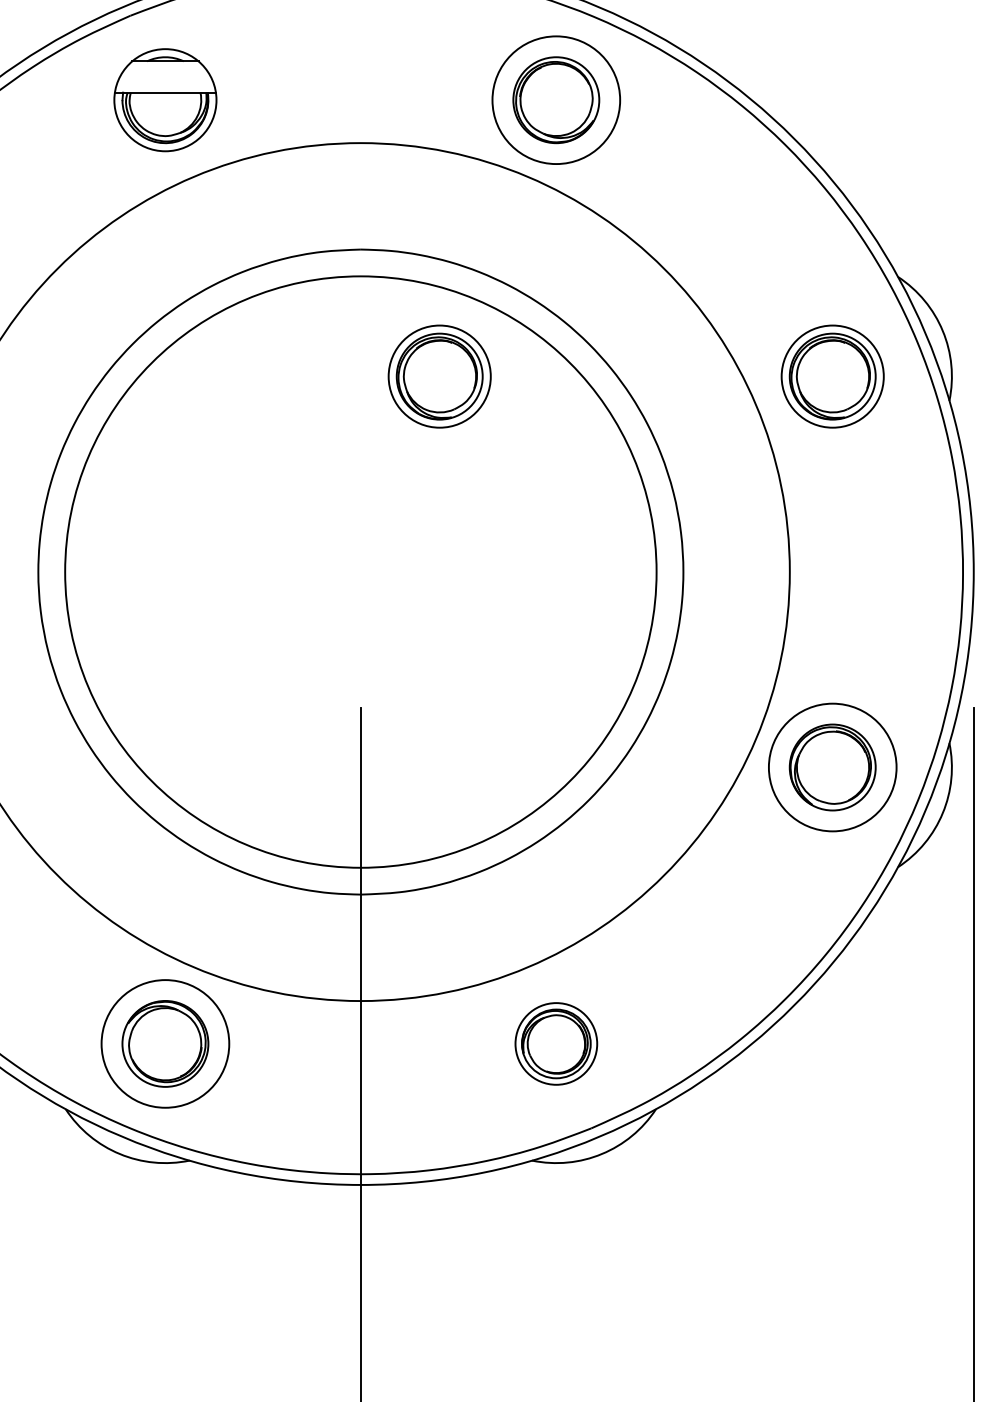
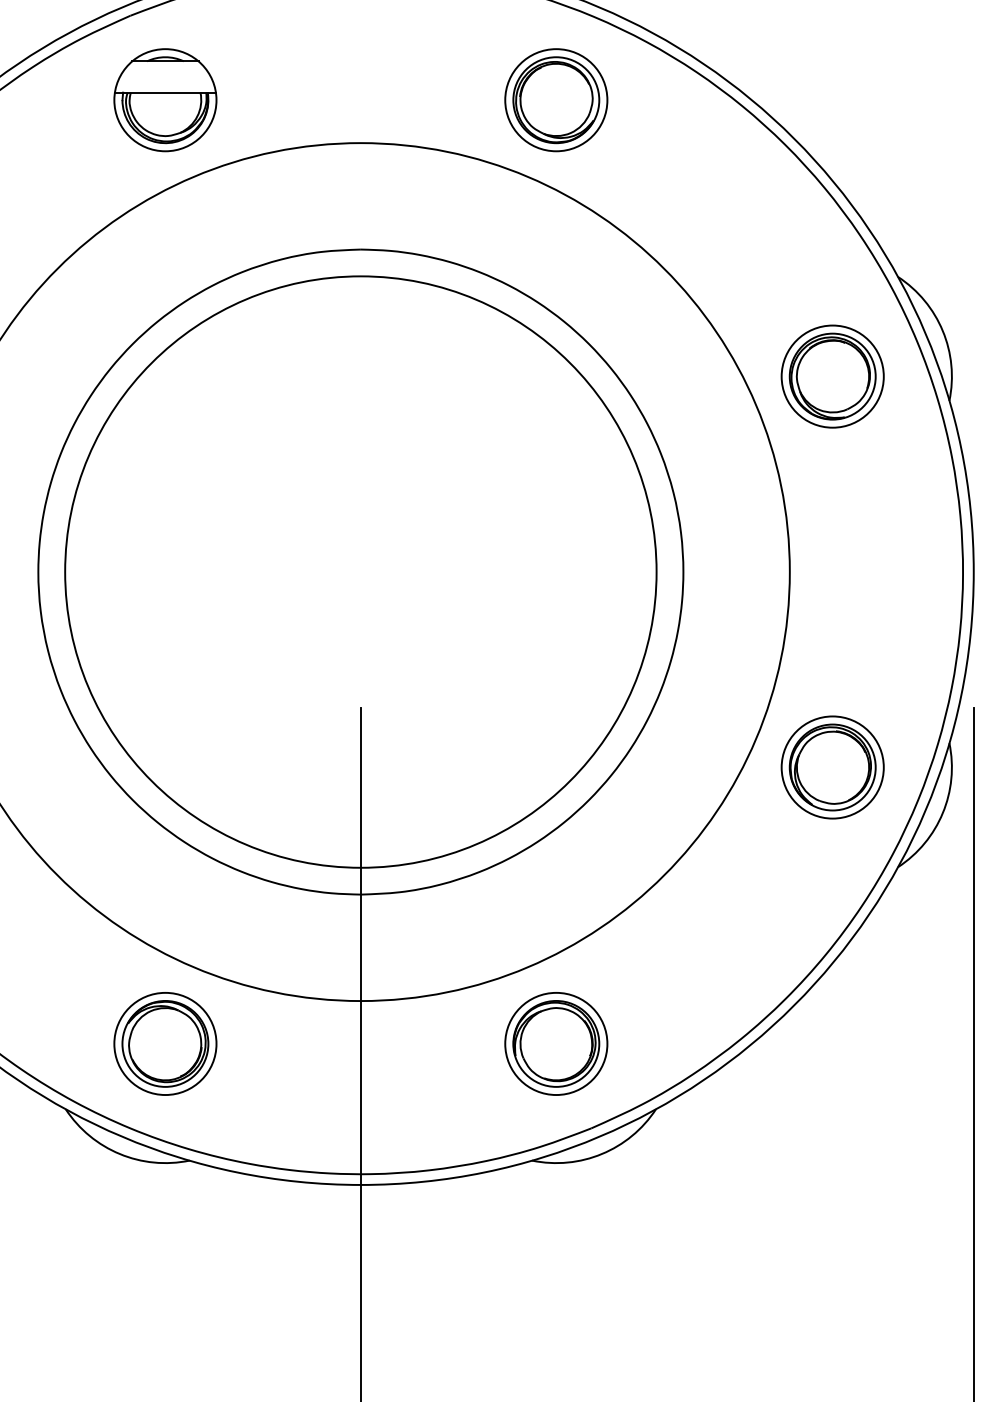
circle at (556, 100) diameter: 128 px -> 102 px
part at (439, 376): present -> none
circle at (832, 767) diameter: 128 px -> 102 px
circle at (165, 1043) diameter: 128 px -> 102 px
part at (556, 1043) size: 85x84 px -> 105x104 px
